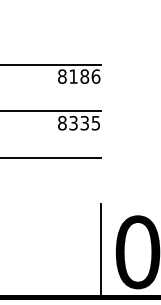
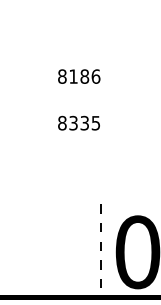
line at (51, 64): present -> none
line at (51, 111): present -> none
line at (51, 157): present -> none
line at (101, 251): solid -> dashed
